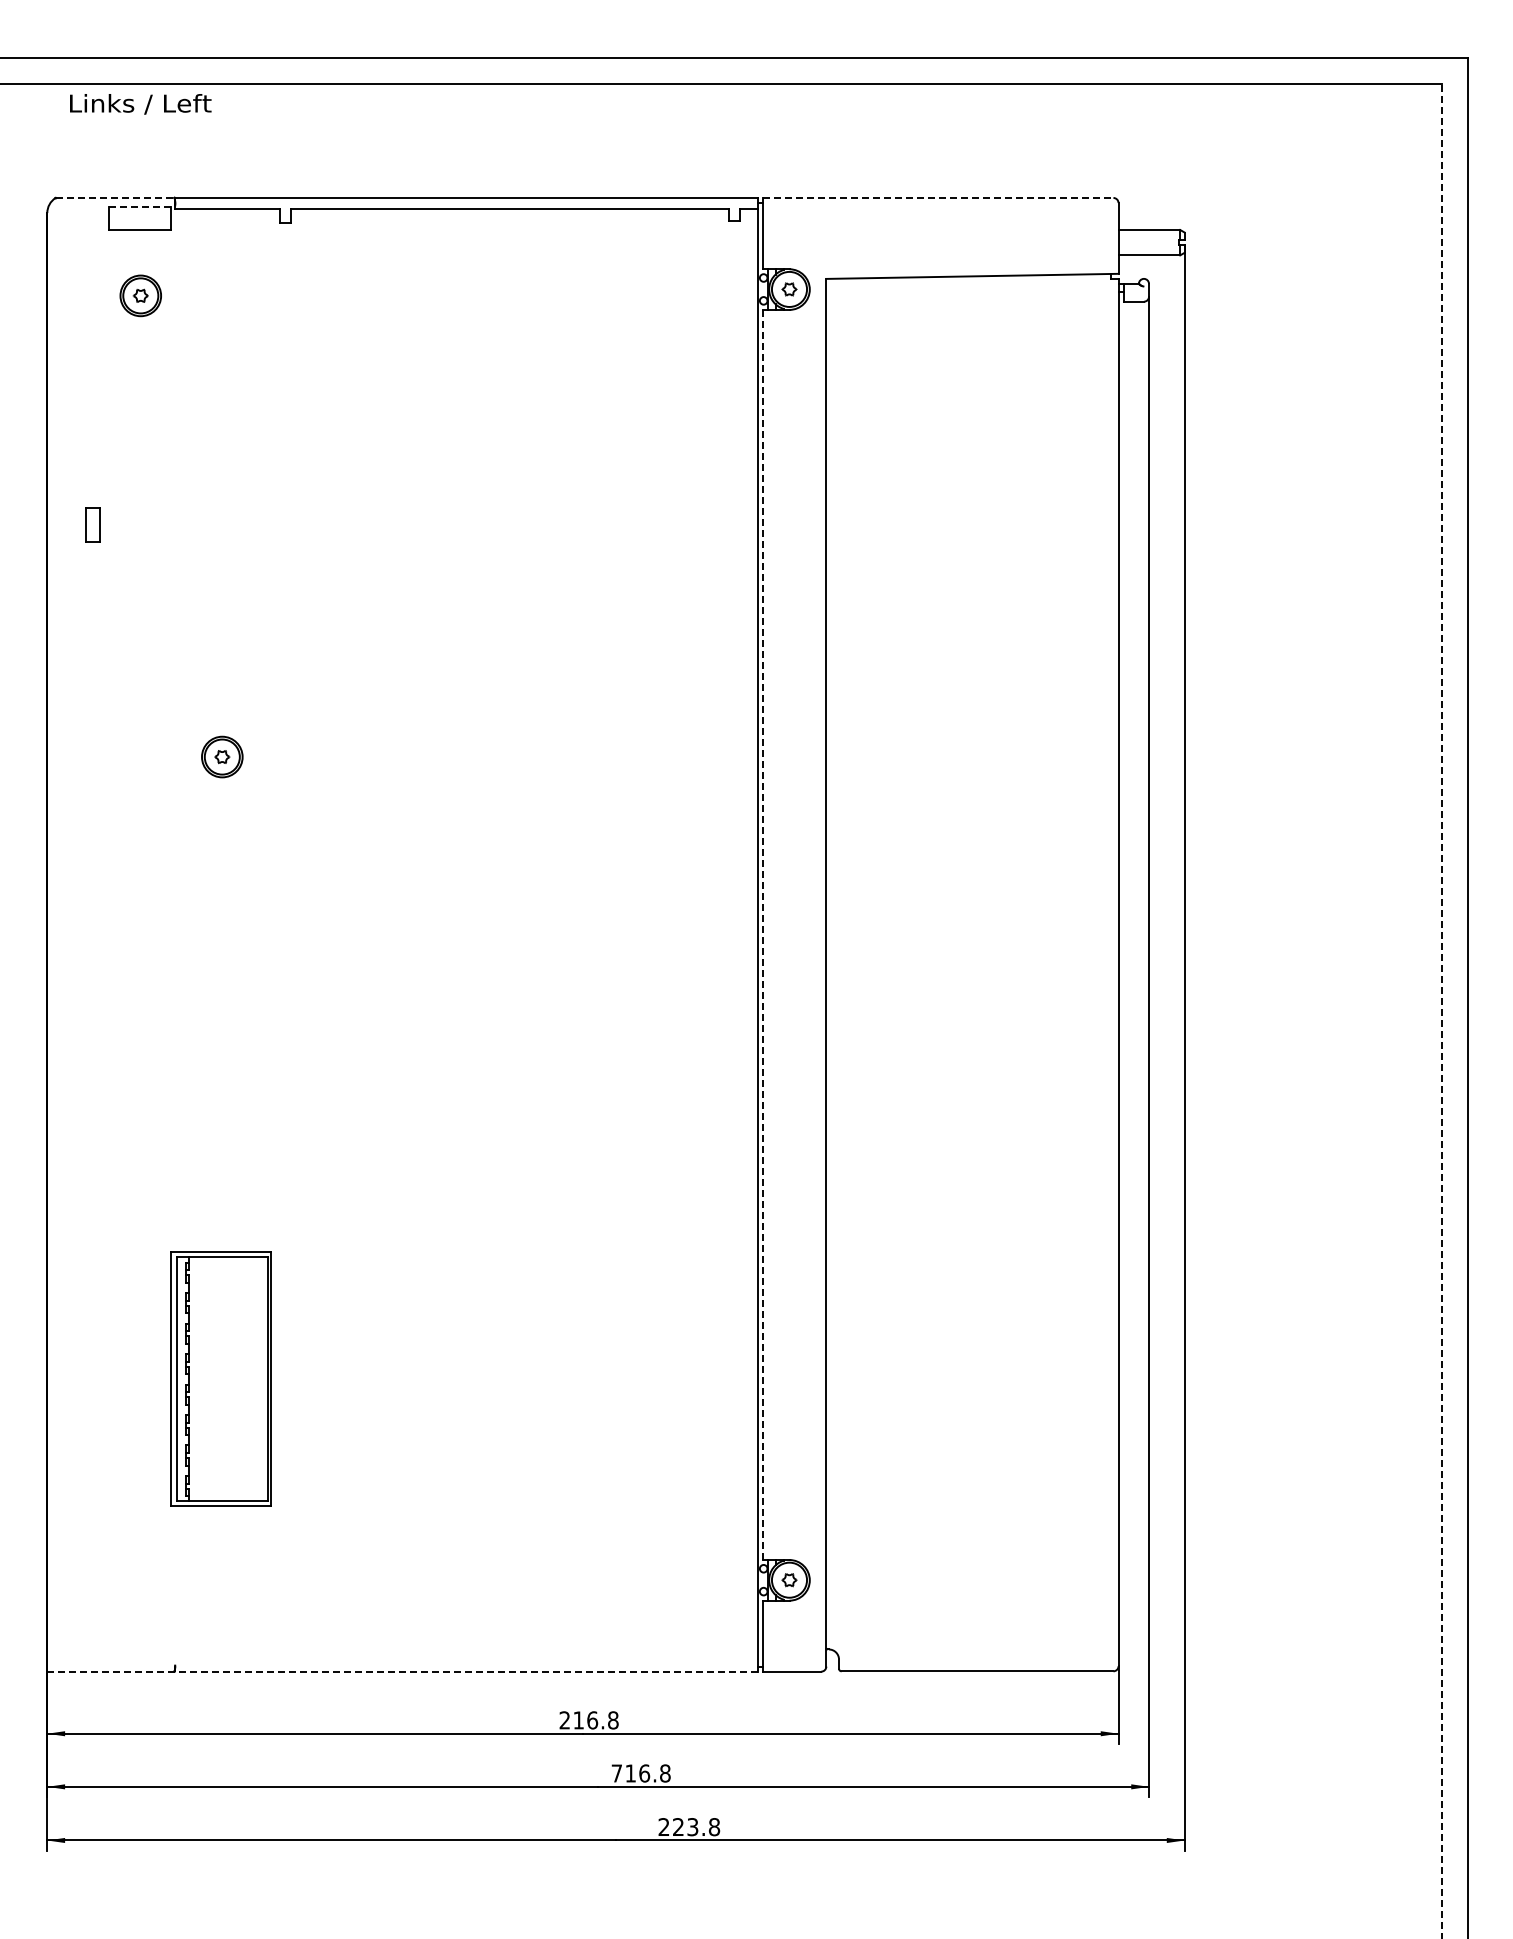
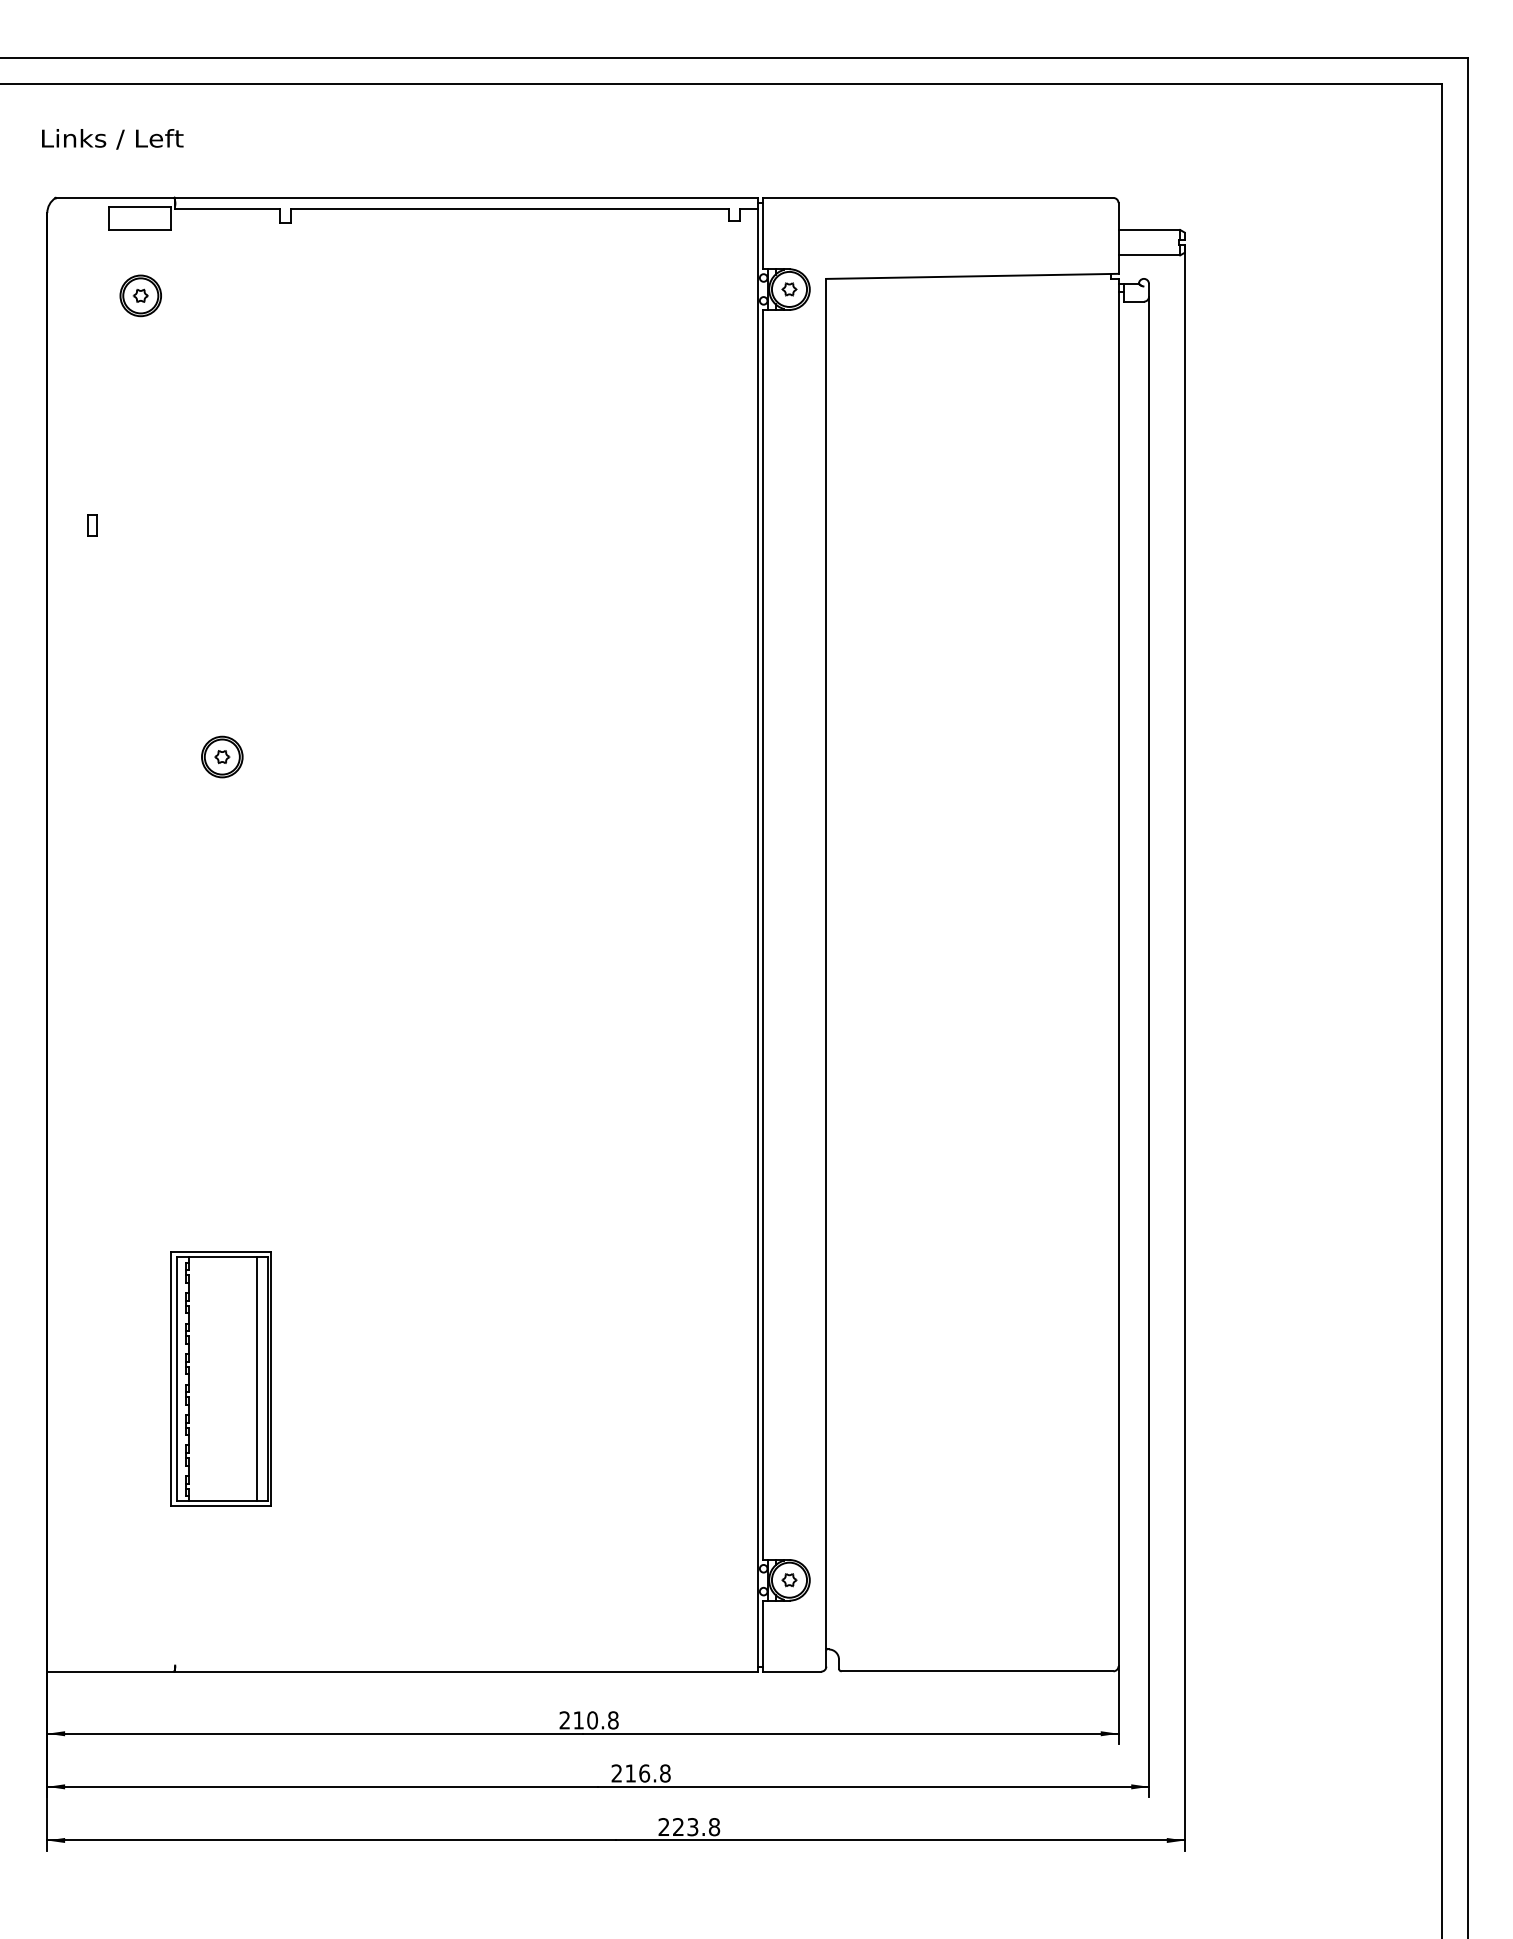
text at (140, 104) position: (140, 104) -> (112, 139)
line at (115, 197): dashed -> solid
line at (938, 197): dashed -> solid
line at (139, 206): dashed -> solid
part at (92, 524) size: 16x36 px -> 11x23 px
line at (762, 935): dashed -> solid
line at (1442, 1010): dashed -> solid
line at (257, 1379): none -> present
line at (403, 1671): dashed -> solid
text at (592, 1720): 216.8 -> 210.8
text at (616, 1773): 716.8 -> 216.8
